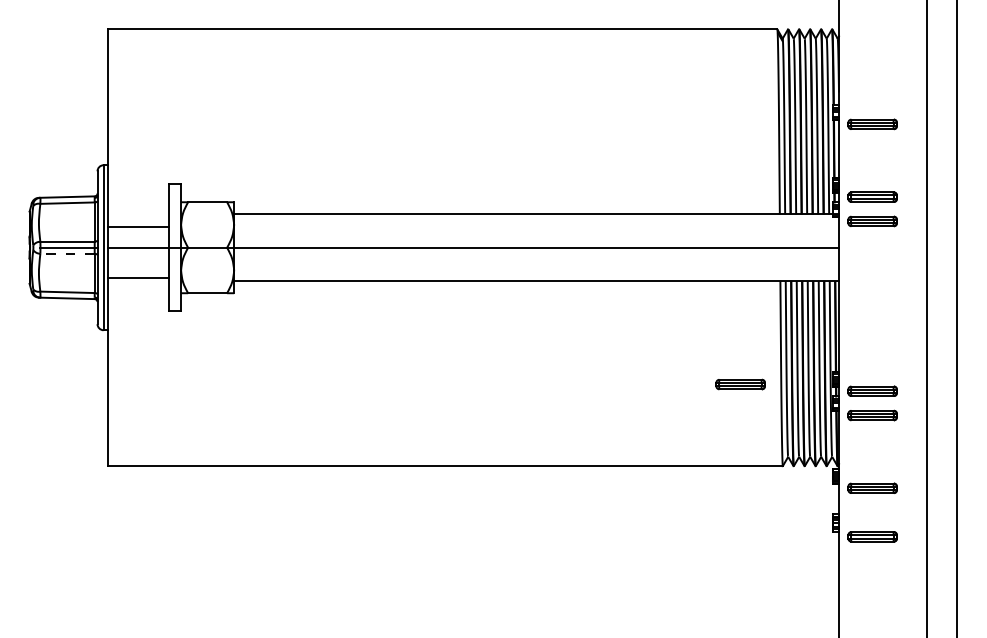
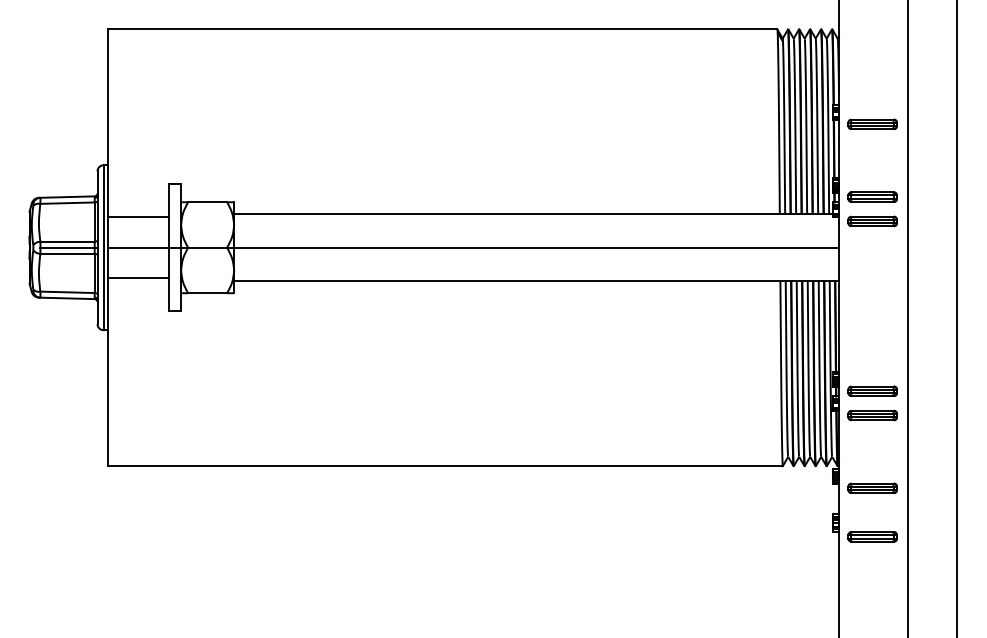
line at (138, 227) position: (138, 227) -> (138, 217)
line at (67, 253): dashed -> solid
line at (926, 318) position: (926, 318) -> (907, 318)
part at (740, 384): present -> none
